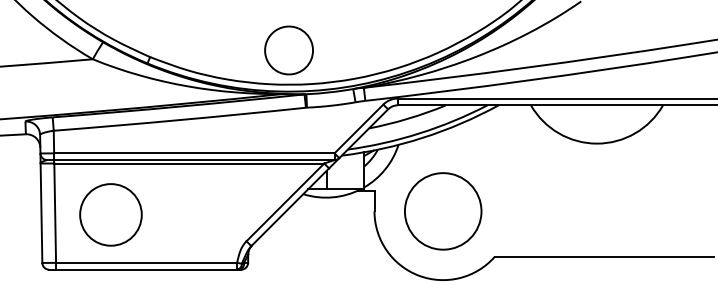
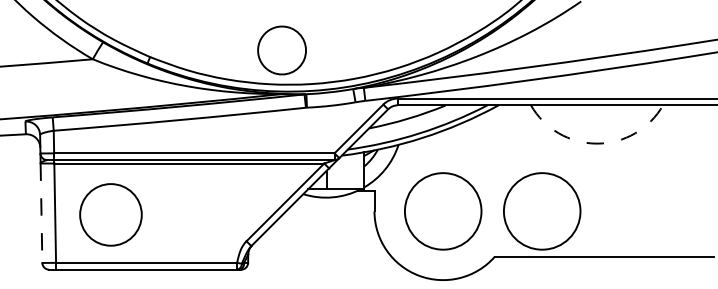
part at (288, 50) position: (288, 50) -> (281, 50)
arc at (597, 143): solid -> dashed
circle at (542, 211): none -> present
line at (41, 213): solid -> dashed
